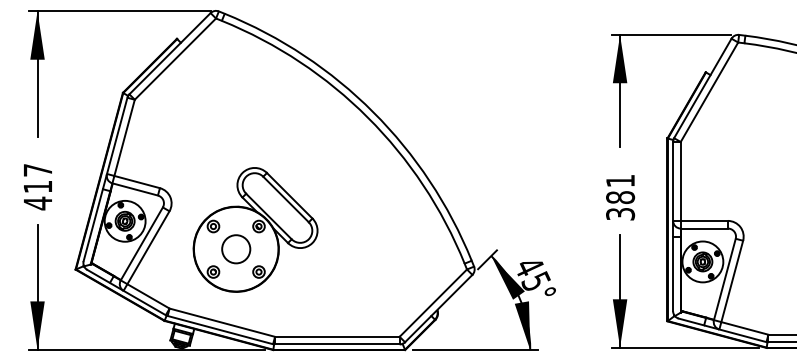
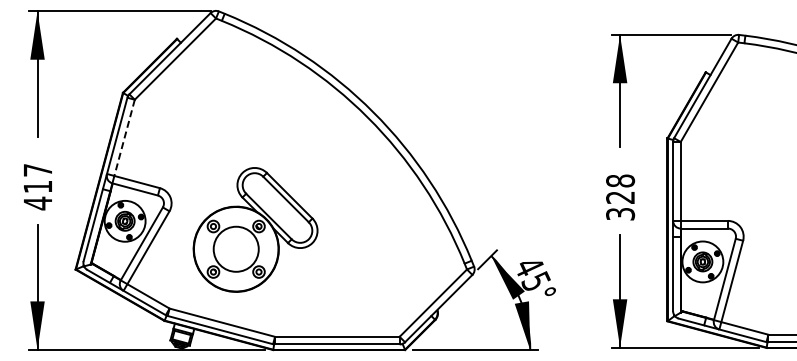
line at (124, 138): solid -> dashed
text at (620, 189): 381 -> 328
circle at (236, 249) diameter: 28 px -> 45 px
